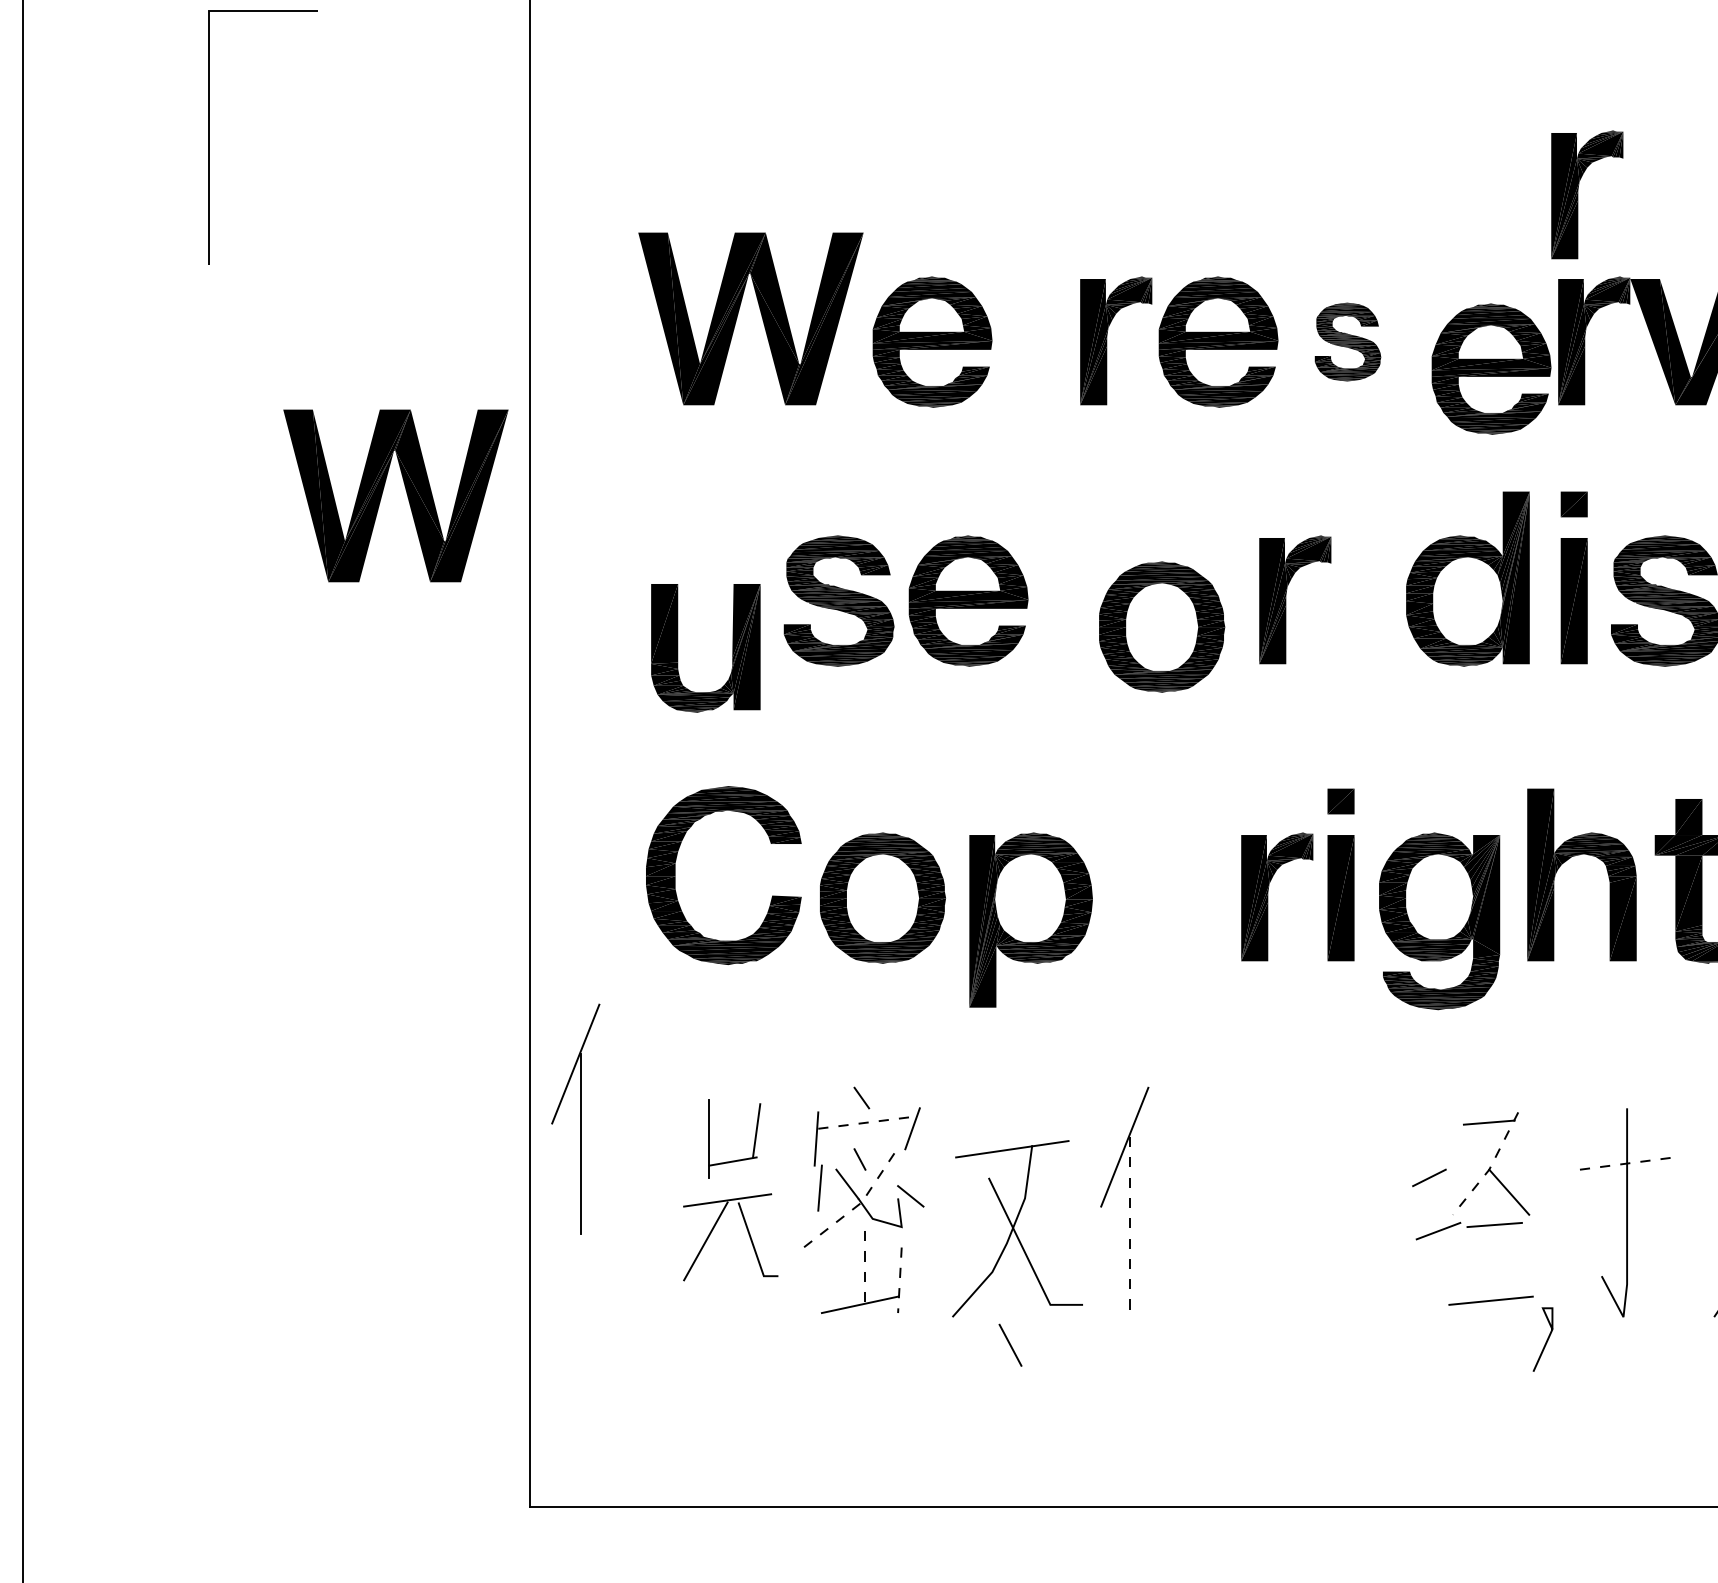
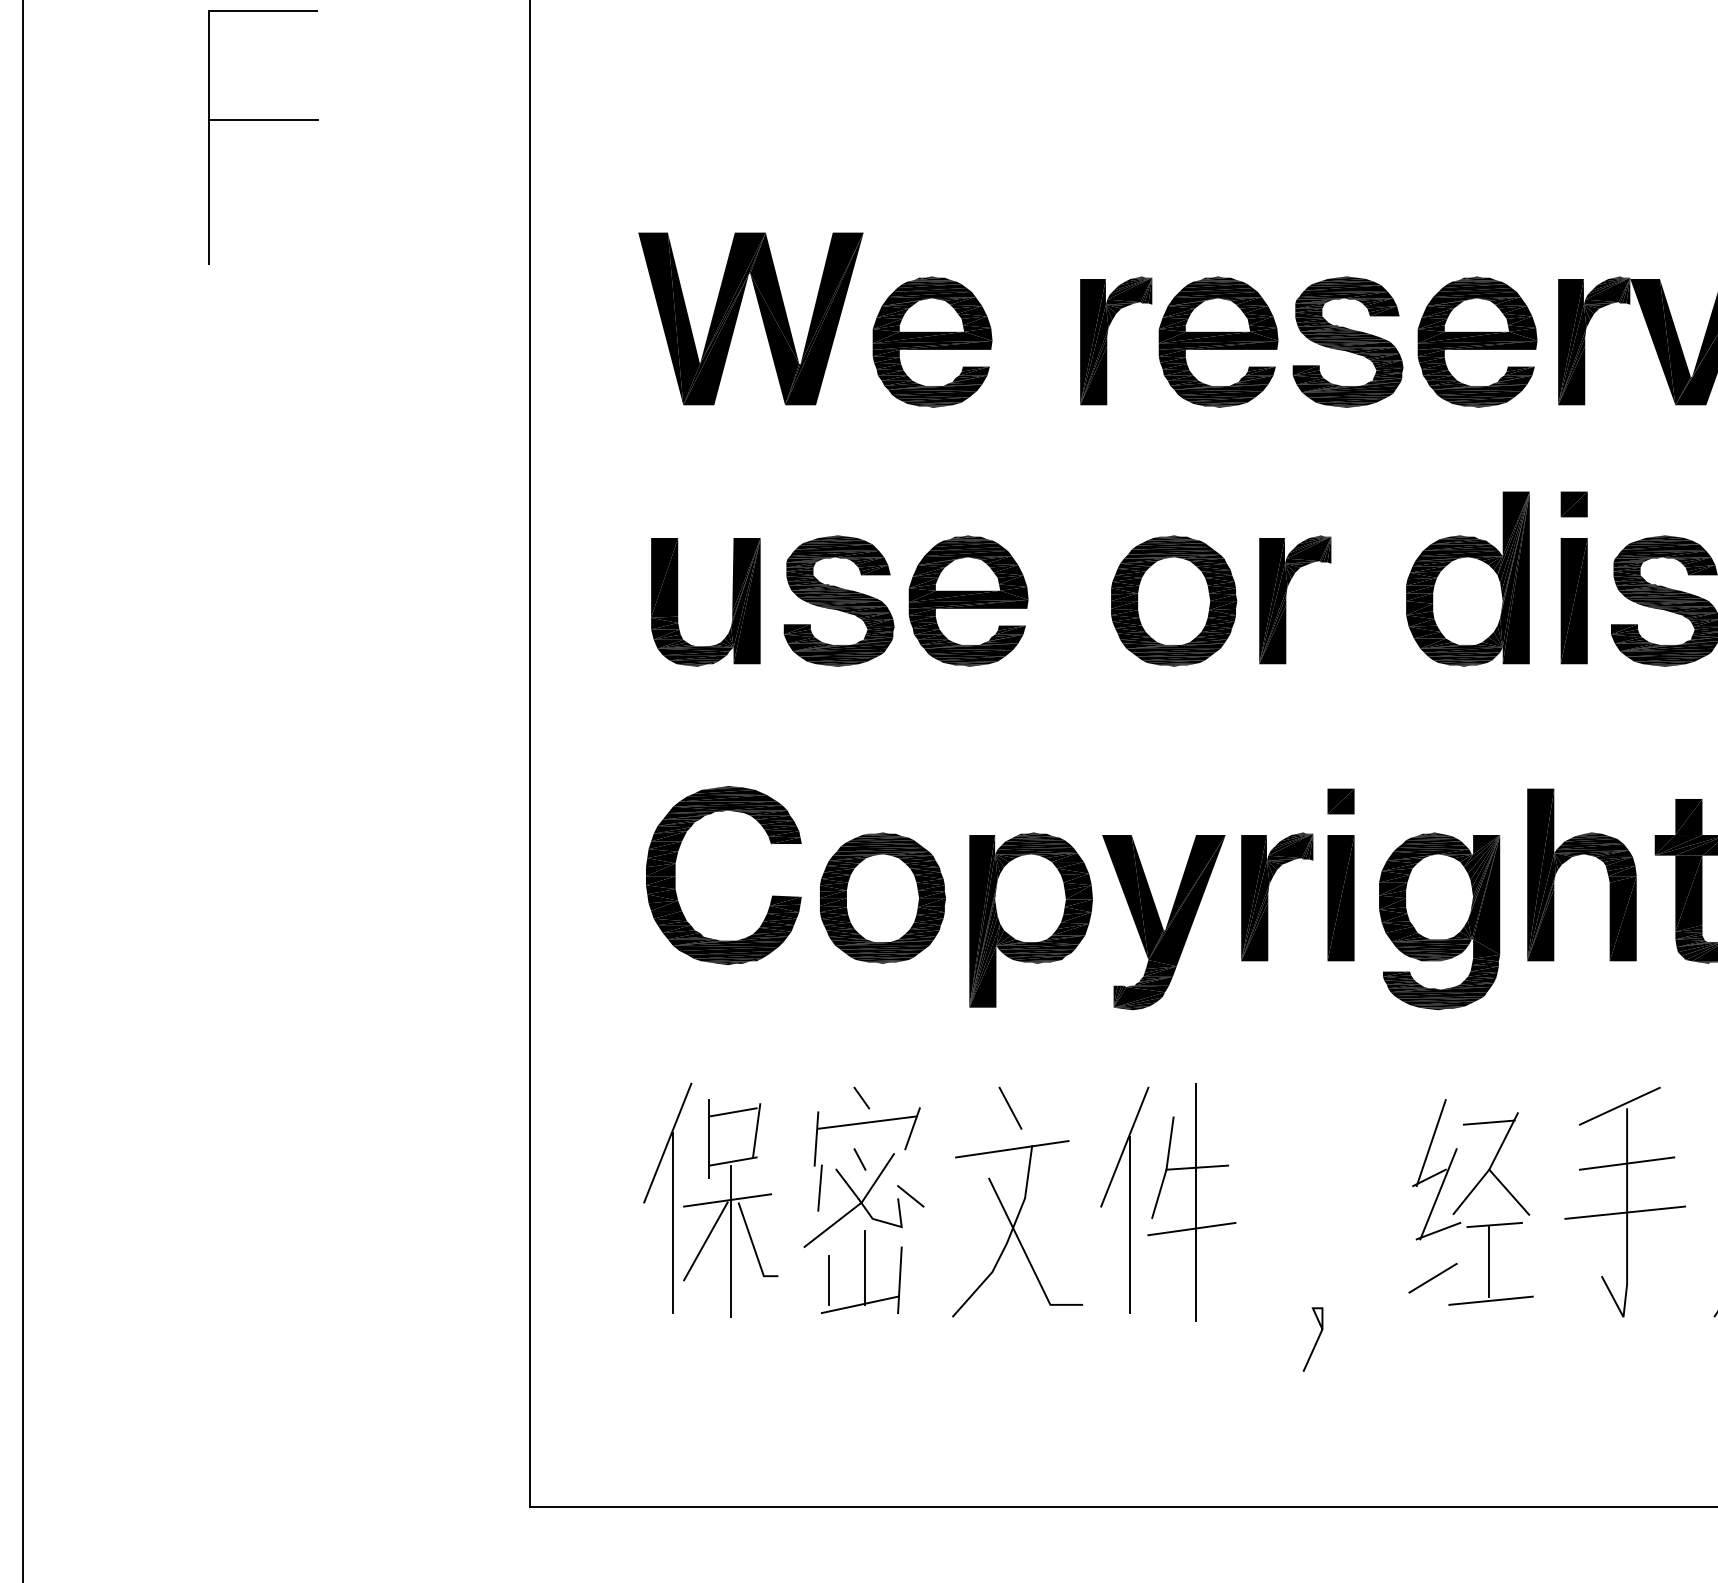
line at (263, 119): none -> present
part at (1578, 194): present -> none
part at (1347, 341) size: 68x80 px -> 112x132 px
part at (1491, 368) position: (1491, 368) -> (1477, 341)
part at (405, 490): present -> none
part at (1162, 626) position: (1162, 626) -> (1174, 600)
part at (678, 648) position: (678, 648) -> (678, 602)
part at (1163, 922): none -> present
line at (1619, 1105): none -> present
line at (732, 1112): none -> present
part at (575, 1118) position: (575, 1118) -> (667, 1197)
line at (867, 1122): dashed -> solid
line at (1430, 1143): none -> present
line at (1627, 1163): dashed -> solid
line at (1490, 1167): dashed -> solid
line at (1438, 1194): none -> present
part at (1191, 1202): none -> present
line at (856, 1206): dashed -> solid
line at (1625, 1212): none -> present
line at (1130, 1225): dashed -> solid
line at (731, 1241): none -> present
line at (1489, 1261): none -> present
line at (865, 1268): dashed -> solid
line at (1432, 1277): none -> present
line at (829, 1279): none -> present
line at (899, 1280): dashed -> solid
line at (1546, 1339) position: (1546, 1339) -> (1316, 1339)
line at (1010, 1344) position: (1010, 1344) -> (1010, 1107)
